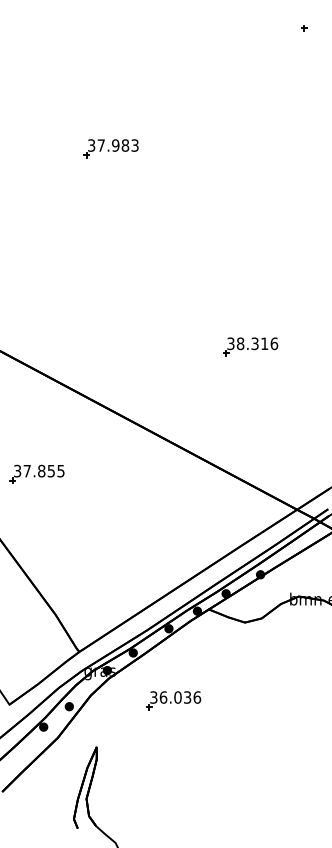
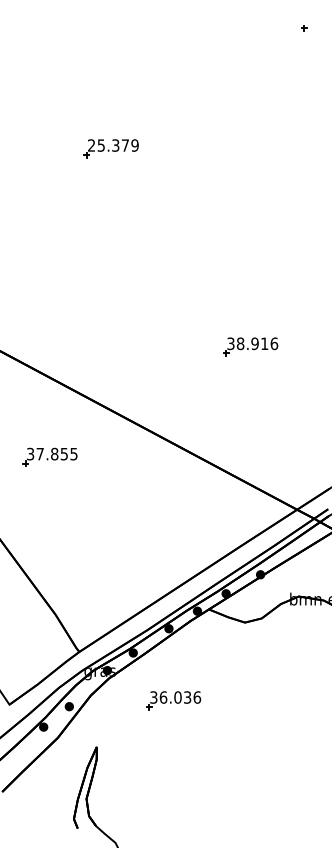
text at (113, 145): 37.983 -> 25.379
text at (254, 343): 38.316 -> 38.916
part at (36, 473) position: (36, 473) -> (49, 456)
